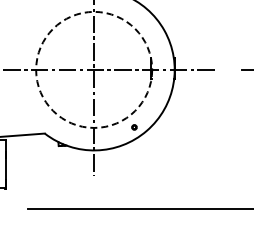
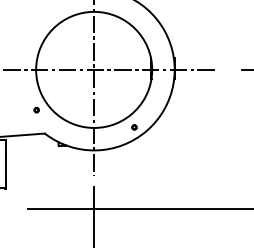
circle at (94, 69): dashed -> solid
part at (36, 109): none -> present
line at (94, 215): none -> present
